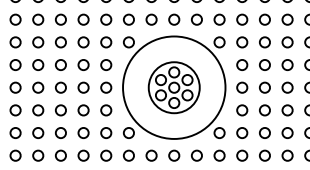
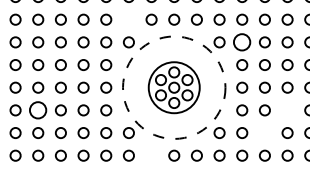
circle at (128, 19): present -> none
circle at (242, 42) size: 13x13 px -> 19x19 px
circle at (174, 87): solid -> dashed
circle at (38, 110) size: 13x13 px -> 19x19 px
circle at (287, 110): present -> none
circle at (264, 132): present -> none
circle at (151, 155): present -> none
